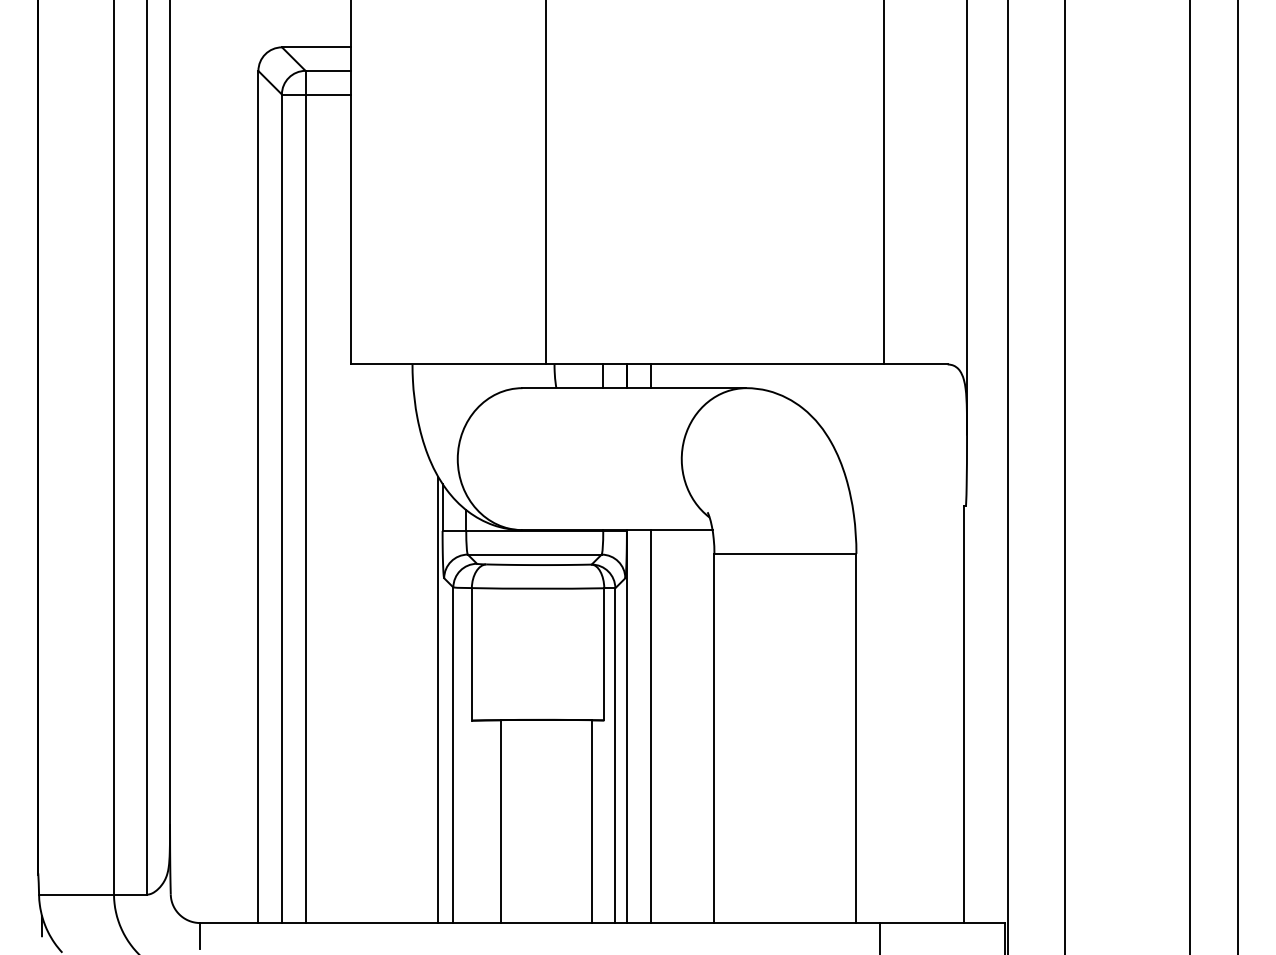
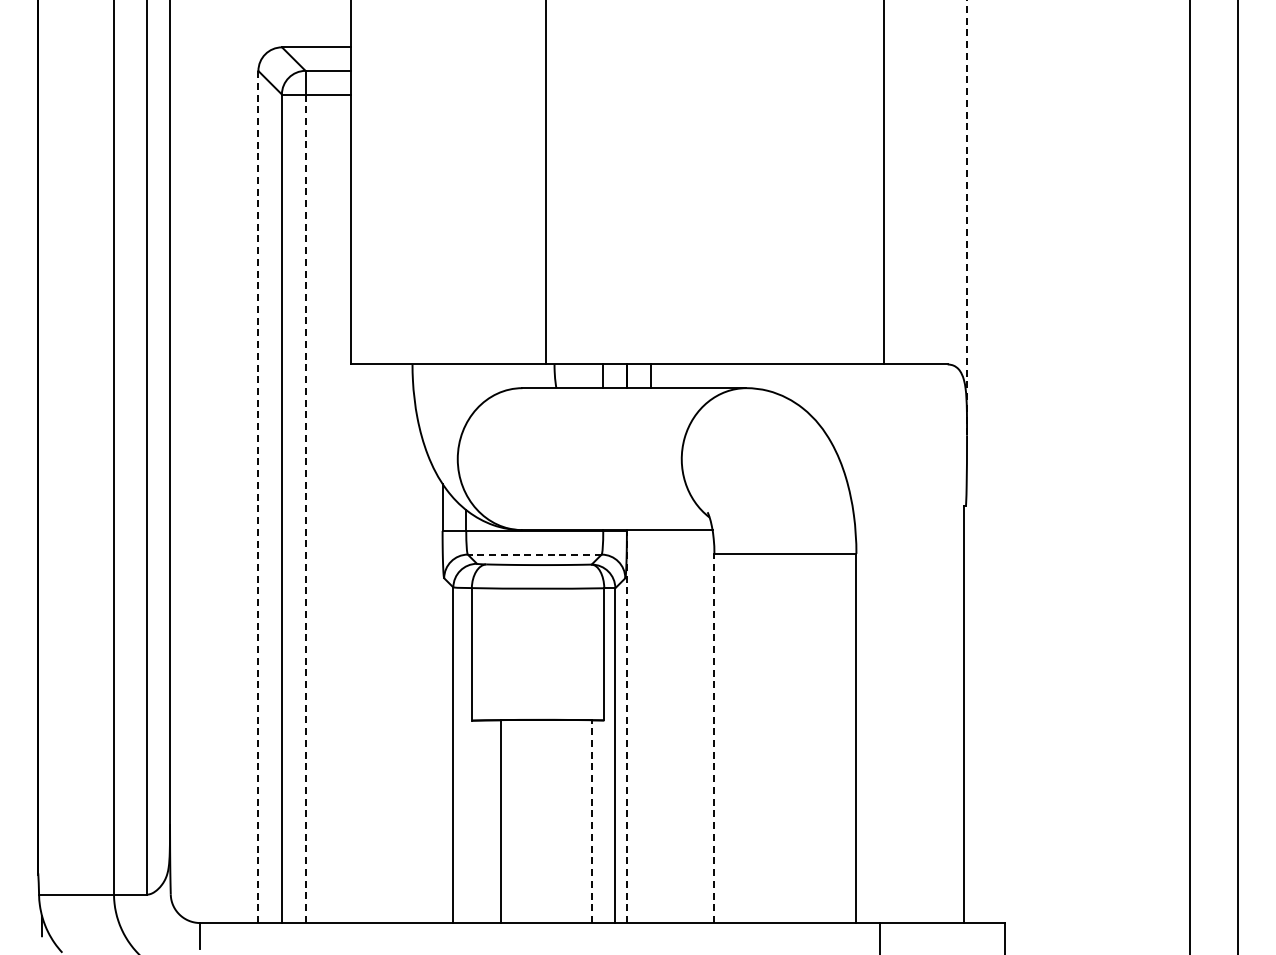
line at (967, 218): solid -> dashed
line at (1008, 476): present -> none
line at (1065, 476): present -> none
line at (258, 496): solid -> dashed
line at (305, 509): solid -> dashed
line at (534, 554): solid -> dashed
line at (438, 700): present -> none
line at (626, 726): solid -> dashed
line at (650, 726): present -> none
line at (714, 738): solid -> dashed
line at (591, 821): solid -> dashed
